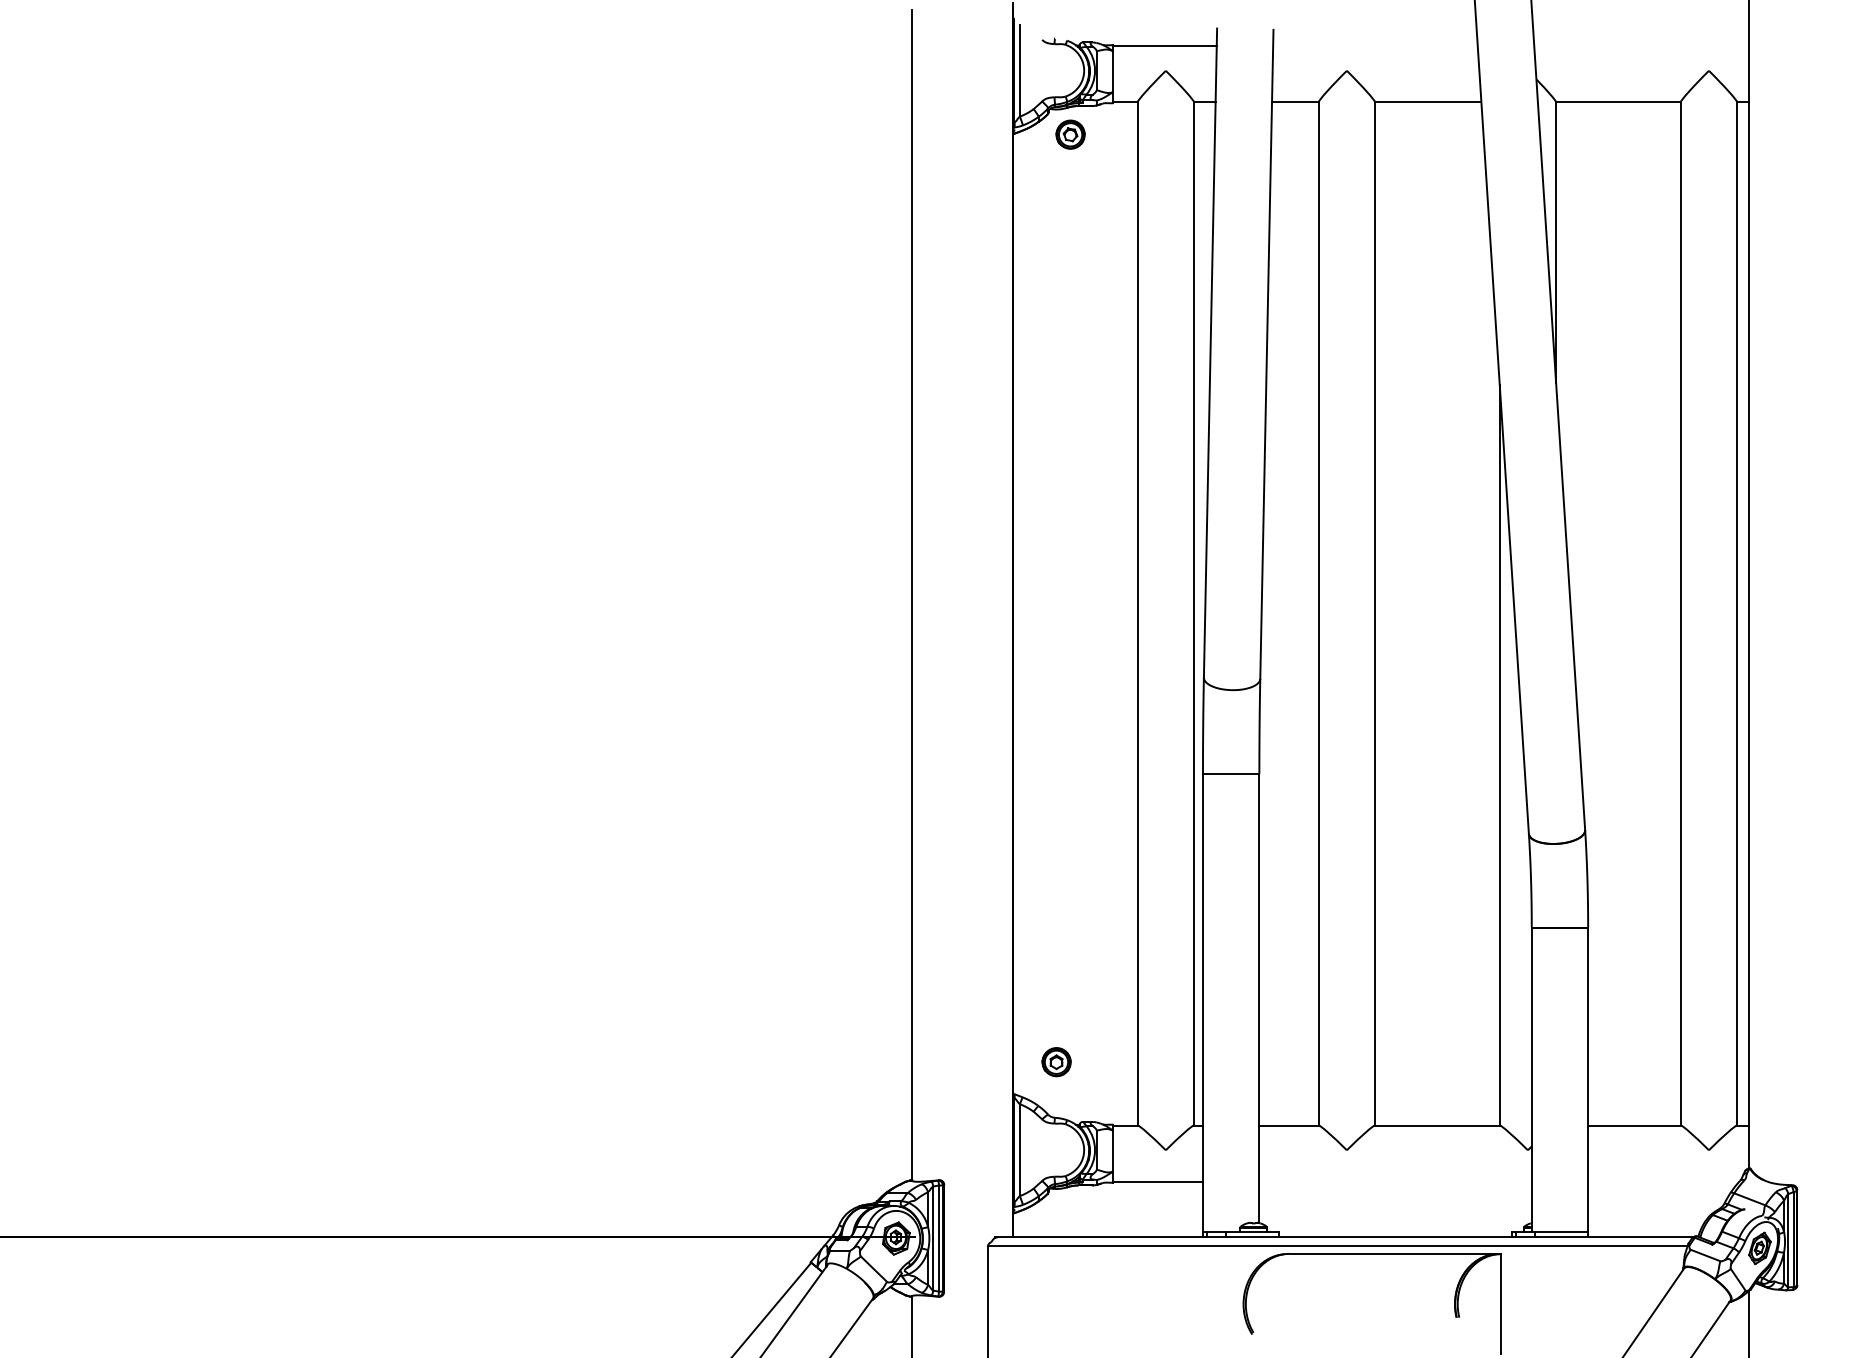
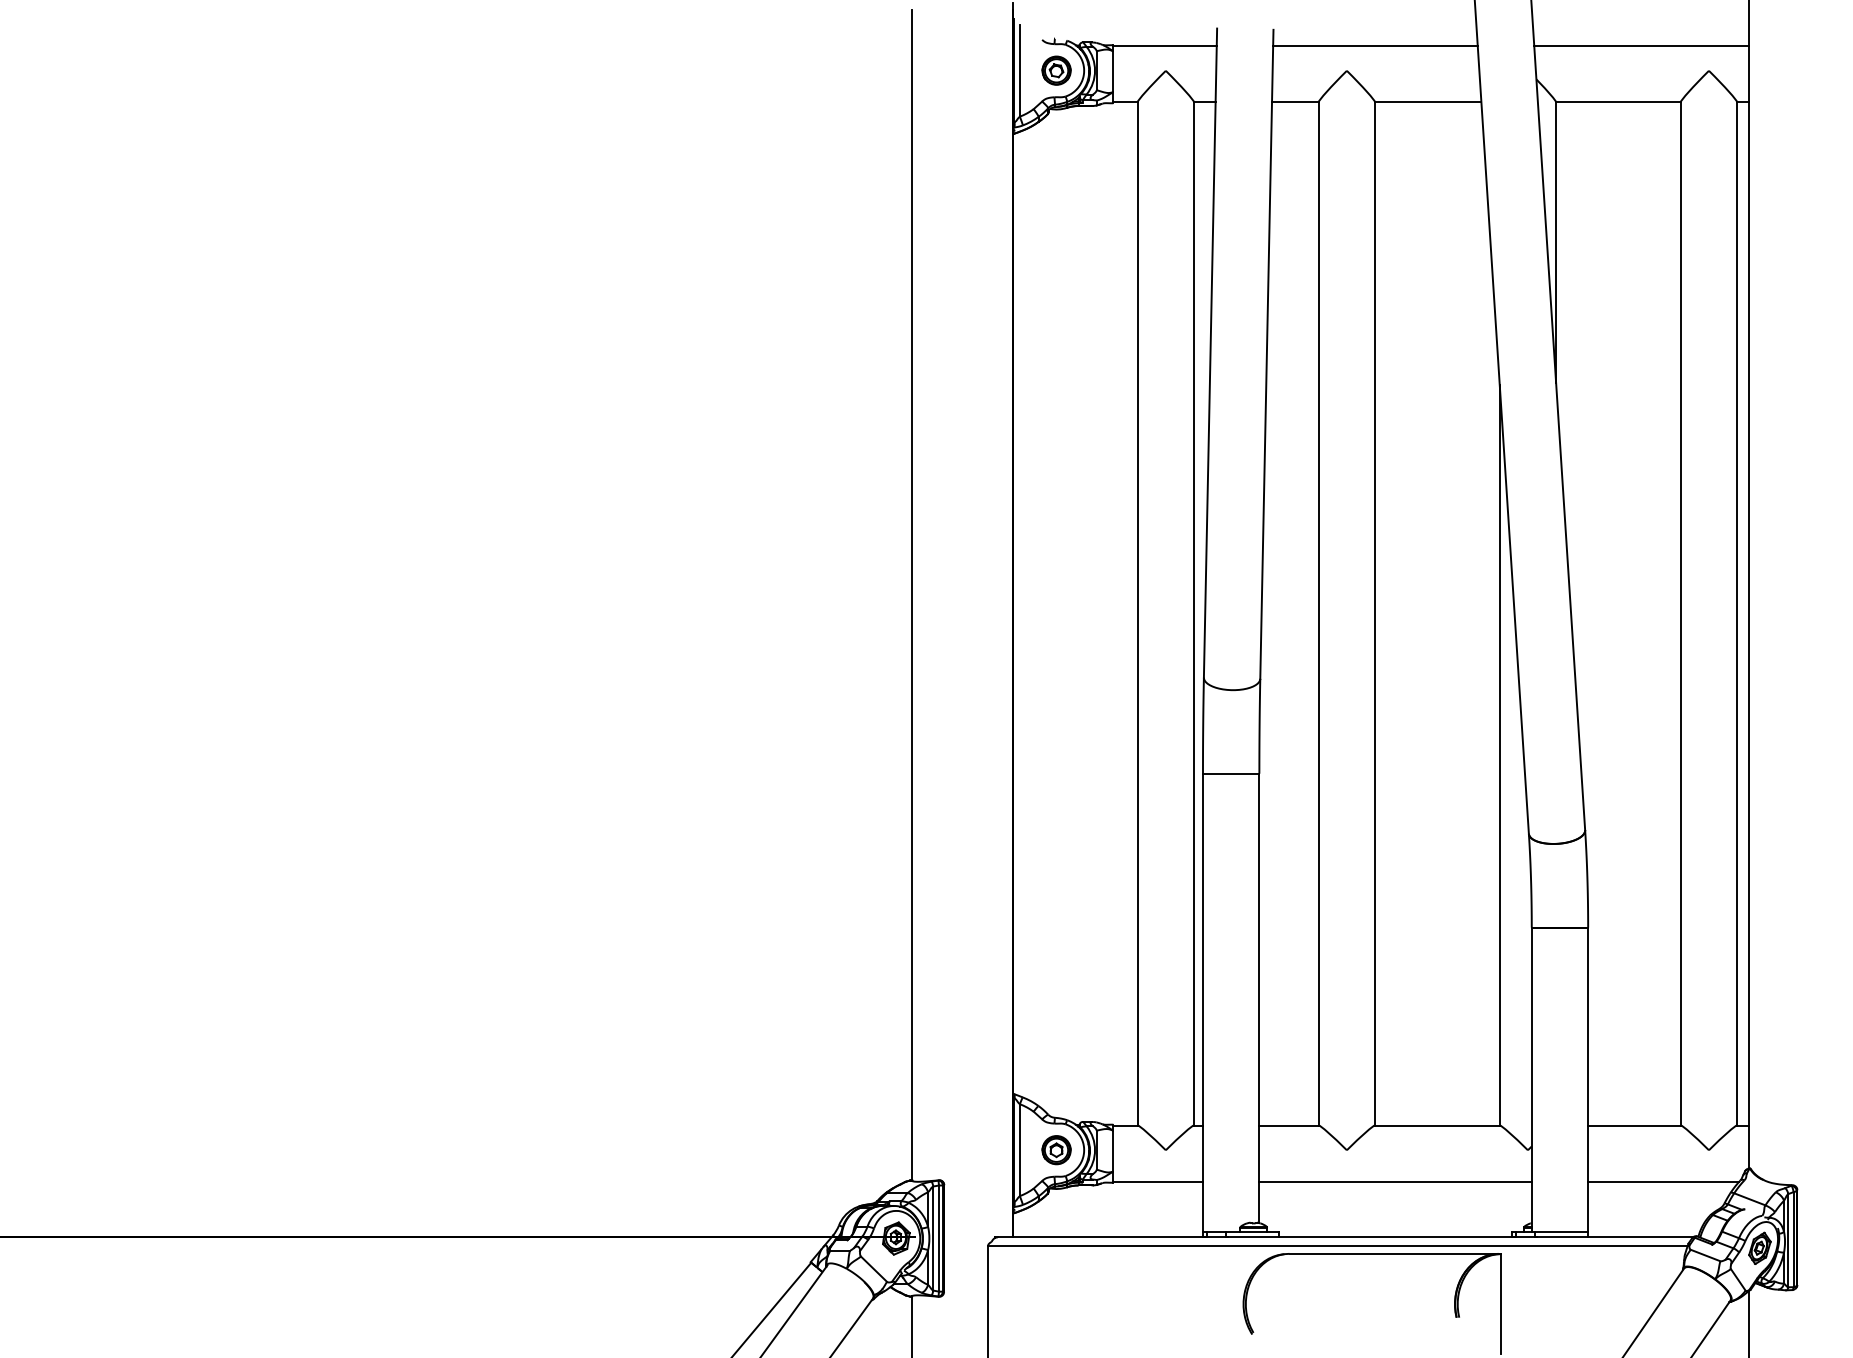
line at (1375, 46): none -> present
line at (1641, 46): none -> present
part at (1070, 134) position: (1070, 134) -> (1056, 70)
part at (1056, 1062) position: (1056, 1062) -> (1056, 1150)
line at (1395, 1181): none -> present
line at (1663, 1181): none -> present
